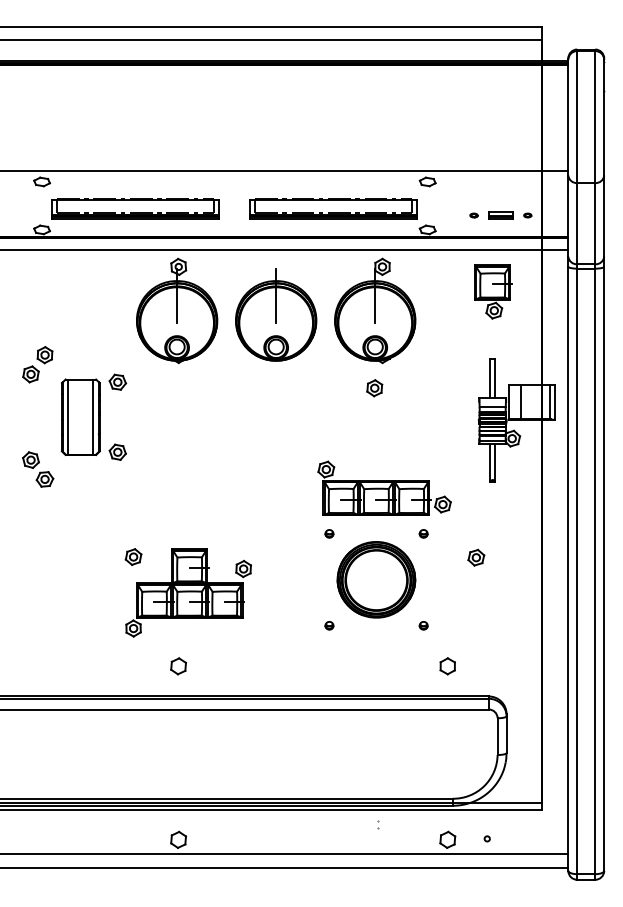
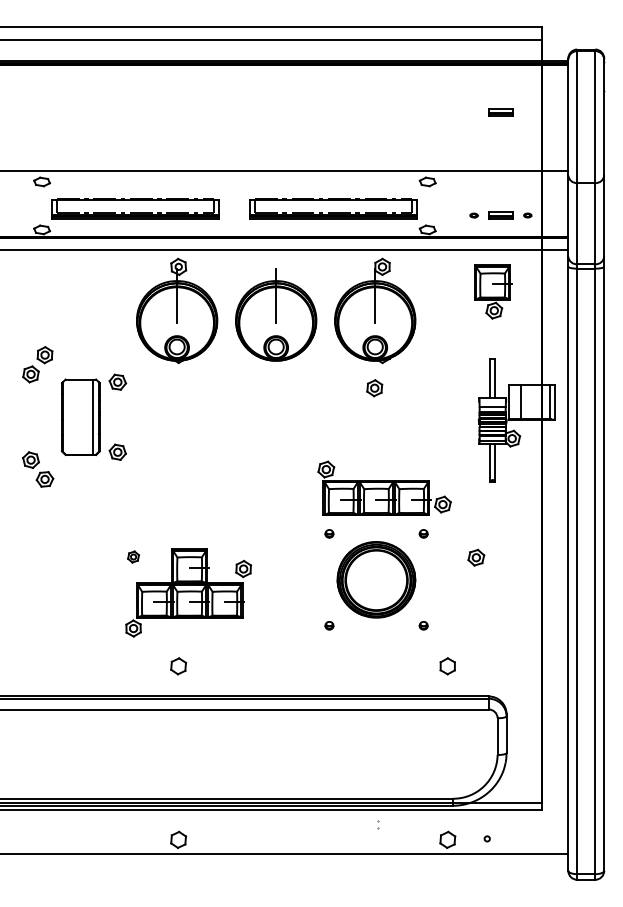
part at (500, 112): none -> present
line at (68, 416): present -> none
part at (133, 556) size: 19x18 px -> 13x14 px
line at (285, 867): present -> none
